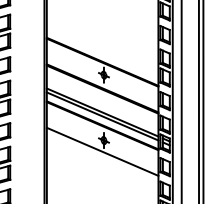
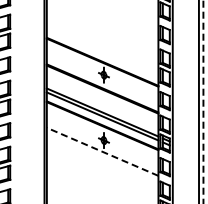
line at (181, 101): present -> none
line at (203, 102): solid -> dashed
line at (102, 151): solid -> dashed
